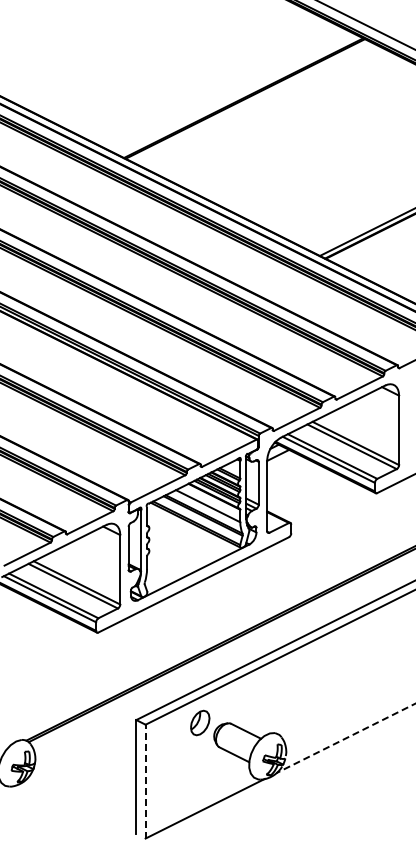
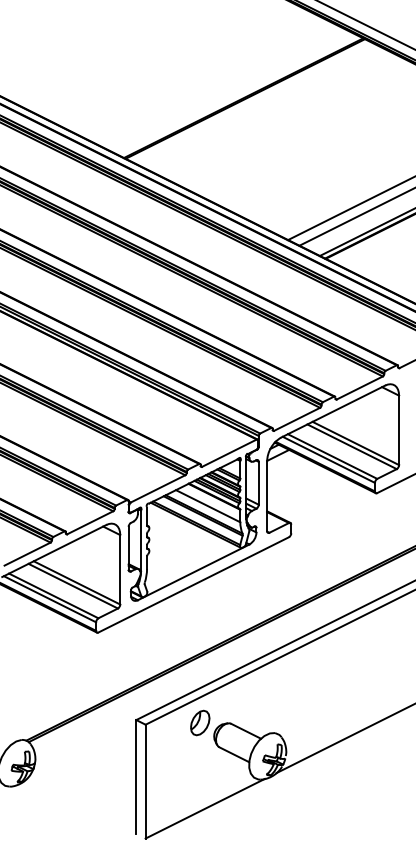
line at (350, 208): none -> present
line at (355, 217): none -> present
line at (346, 738): dashed -> solid
line at (145, 781): dashed -> solid
